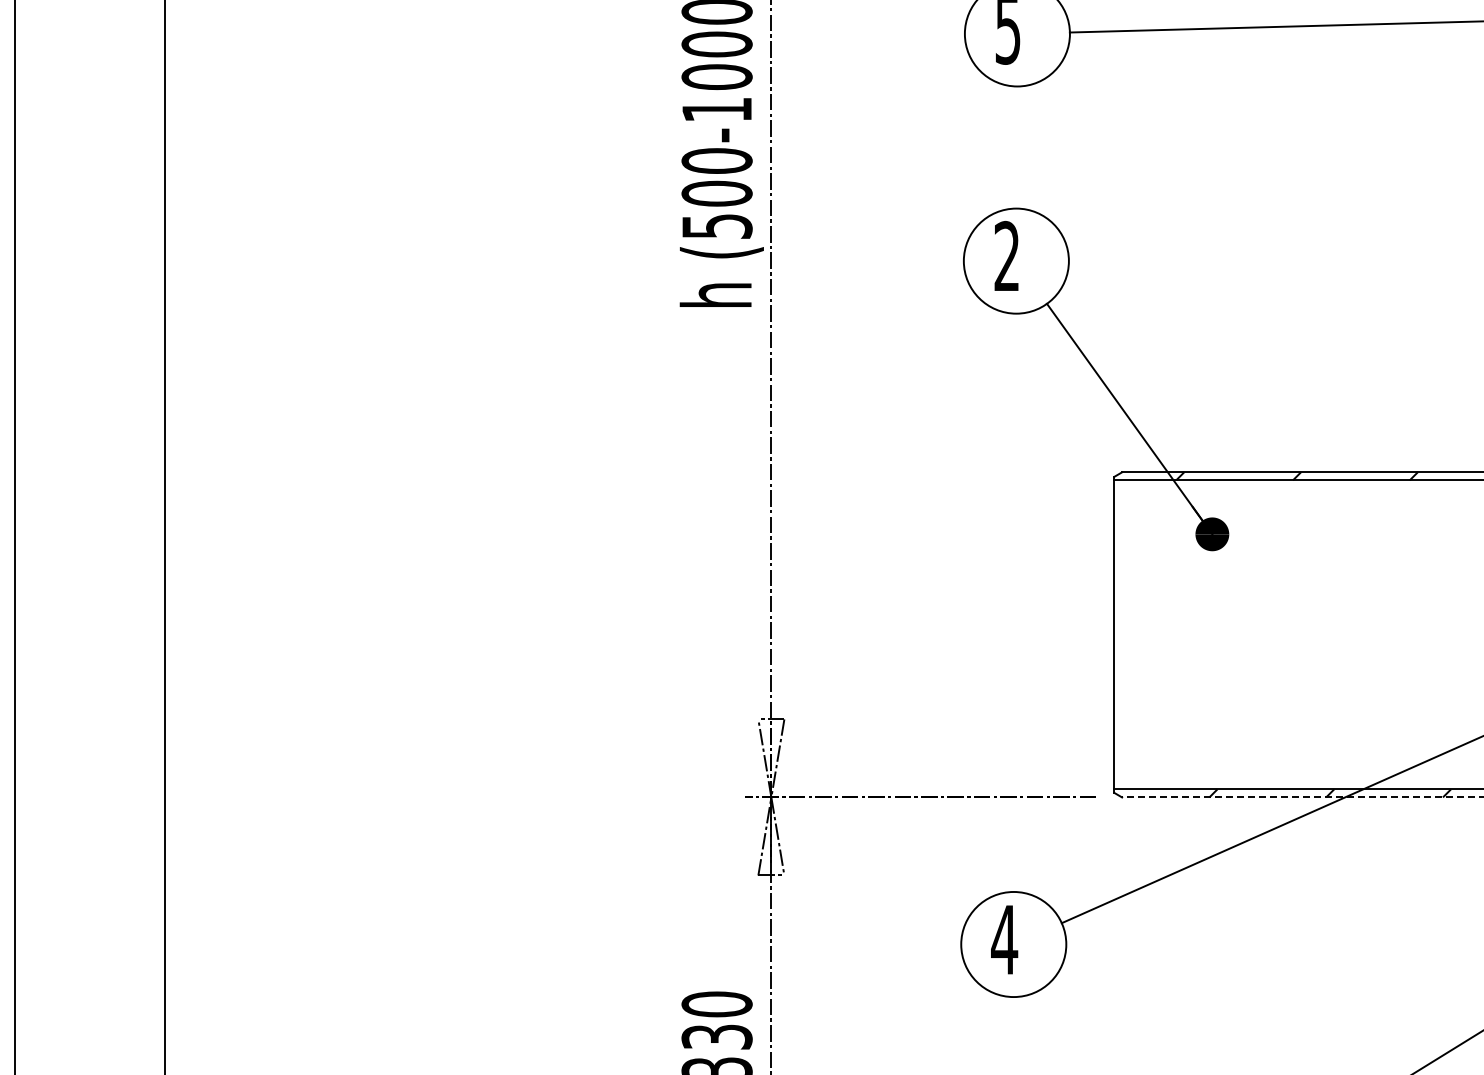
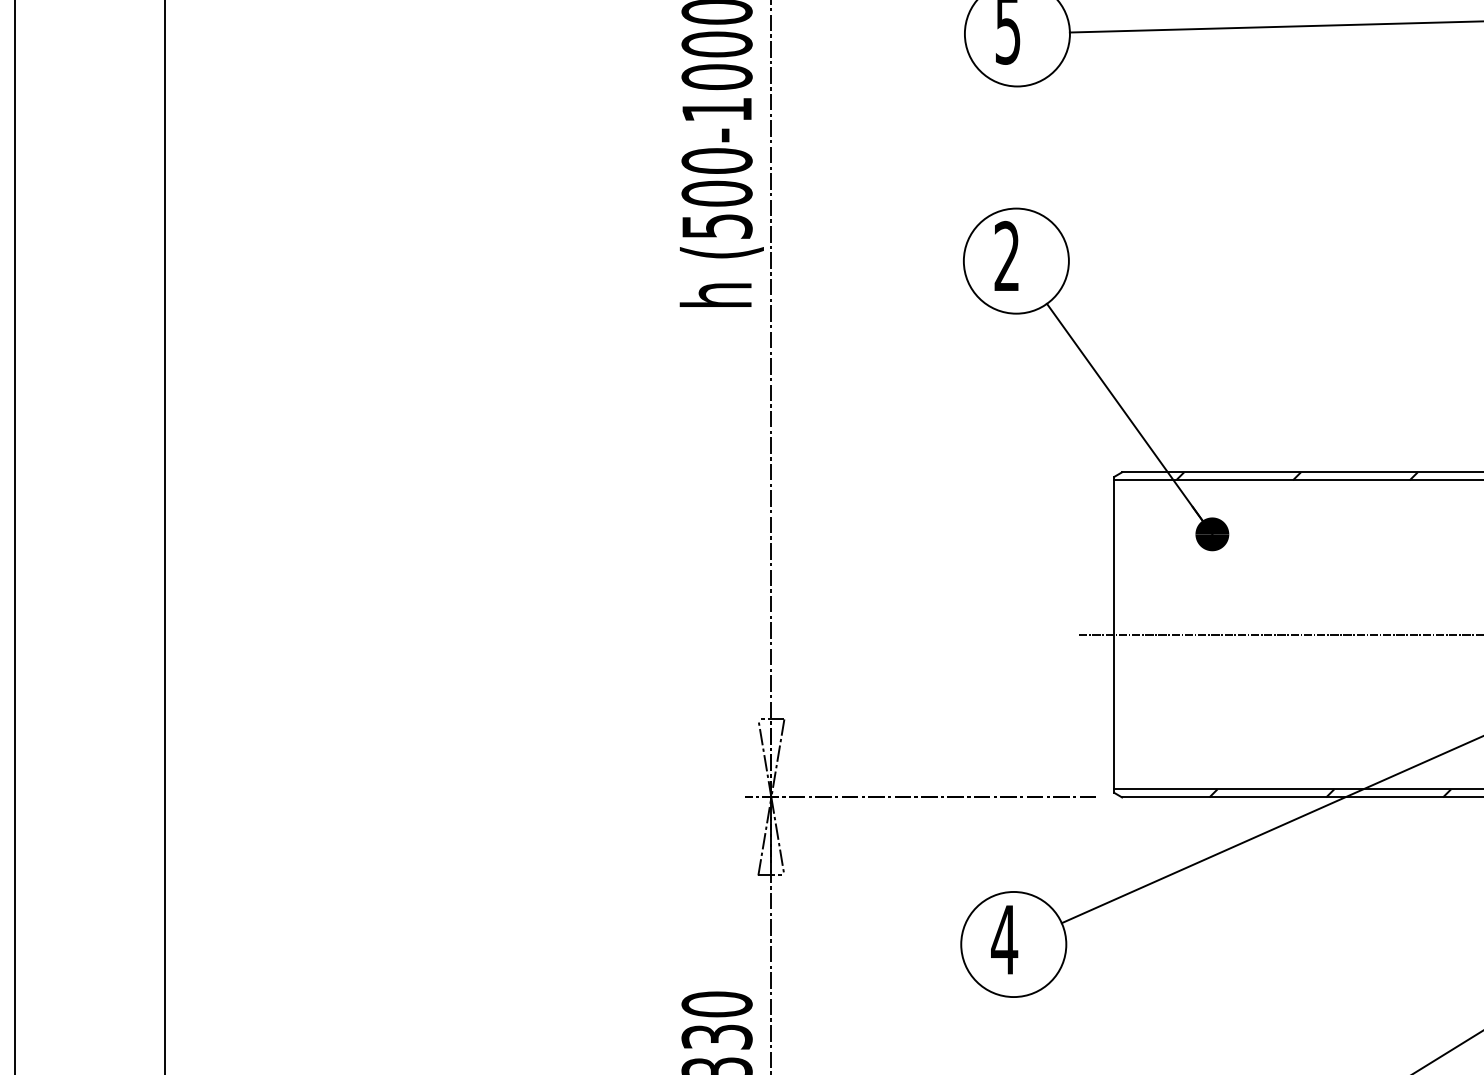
line at (1279, 634): none -> present
line at (1302, 797): dashed -> solid
